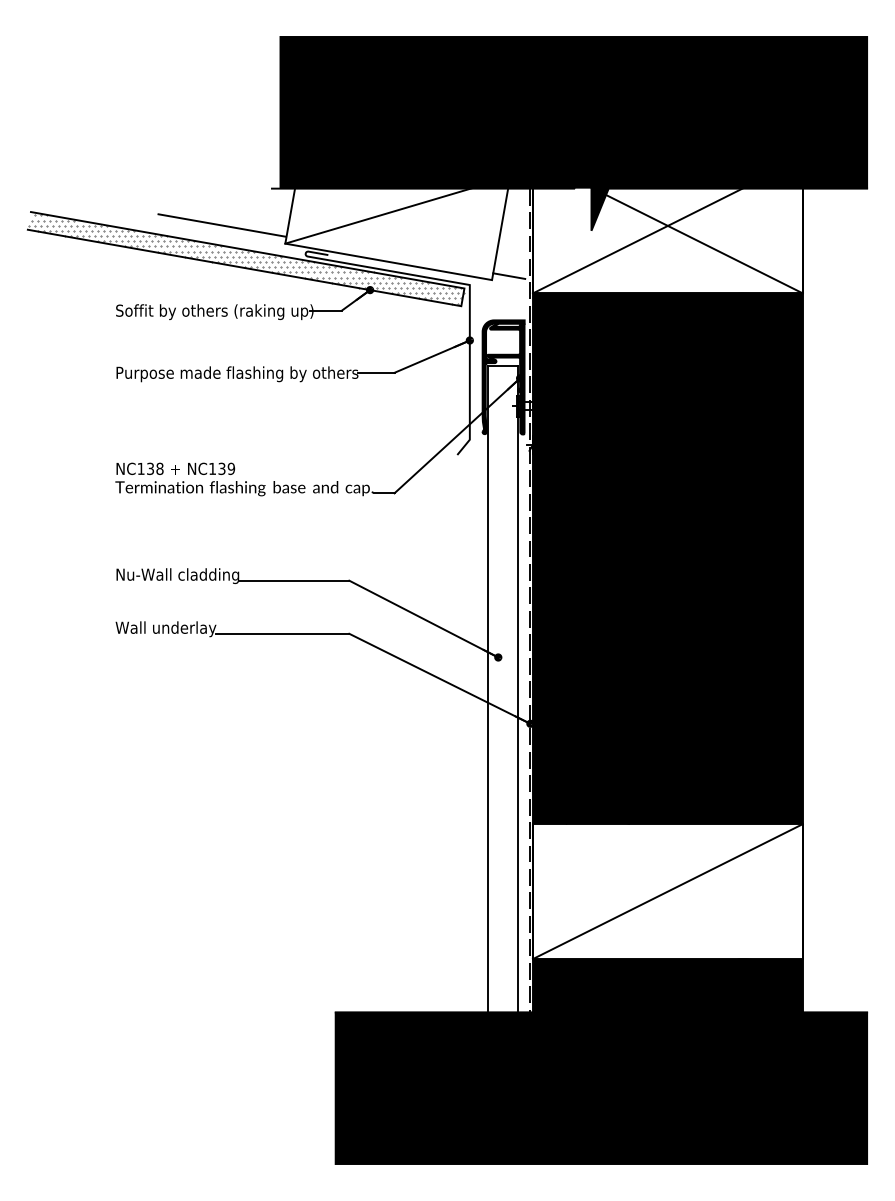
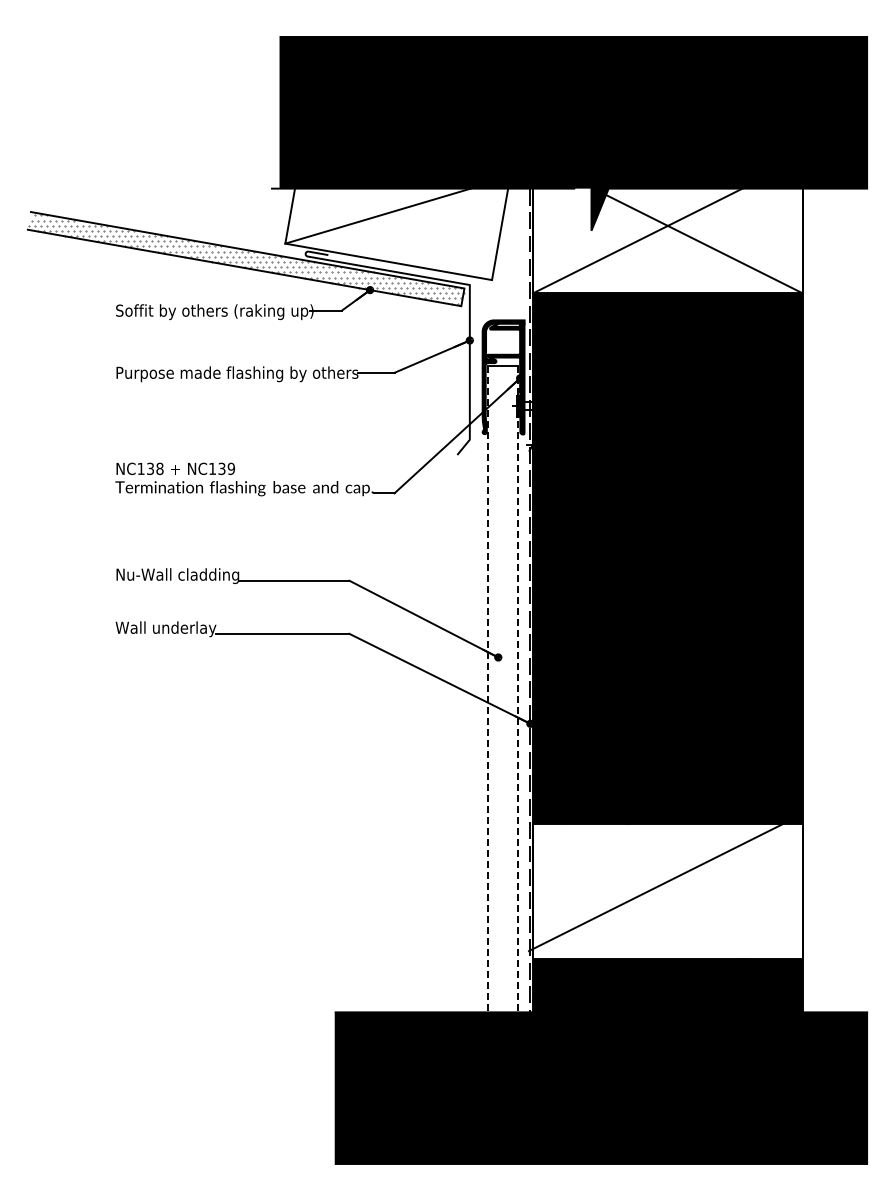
line at (221, 225): present -> none
line at (509, 275): present -> none
line at (488, 689): solid -> dashed
line at (517, 689): solid -> dashed
line at (667, 891) position: (667, 891) -> (663, 883)
